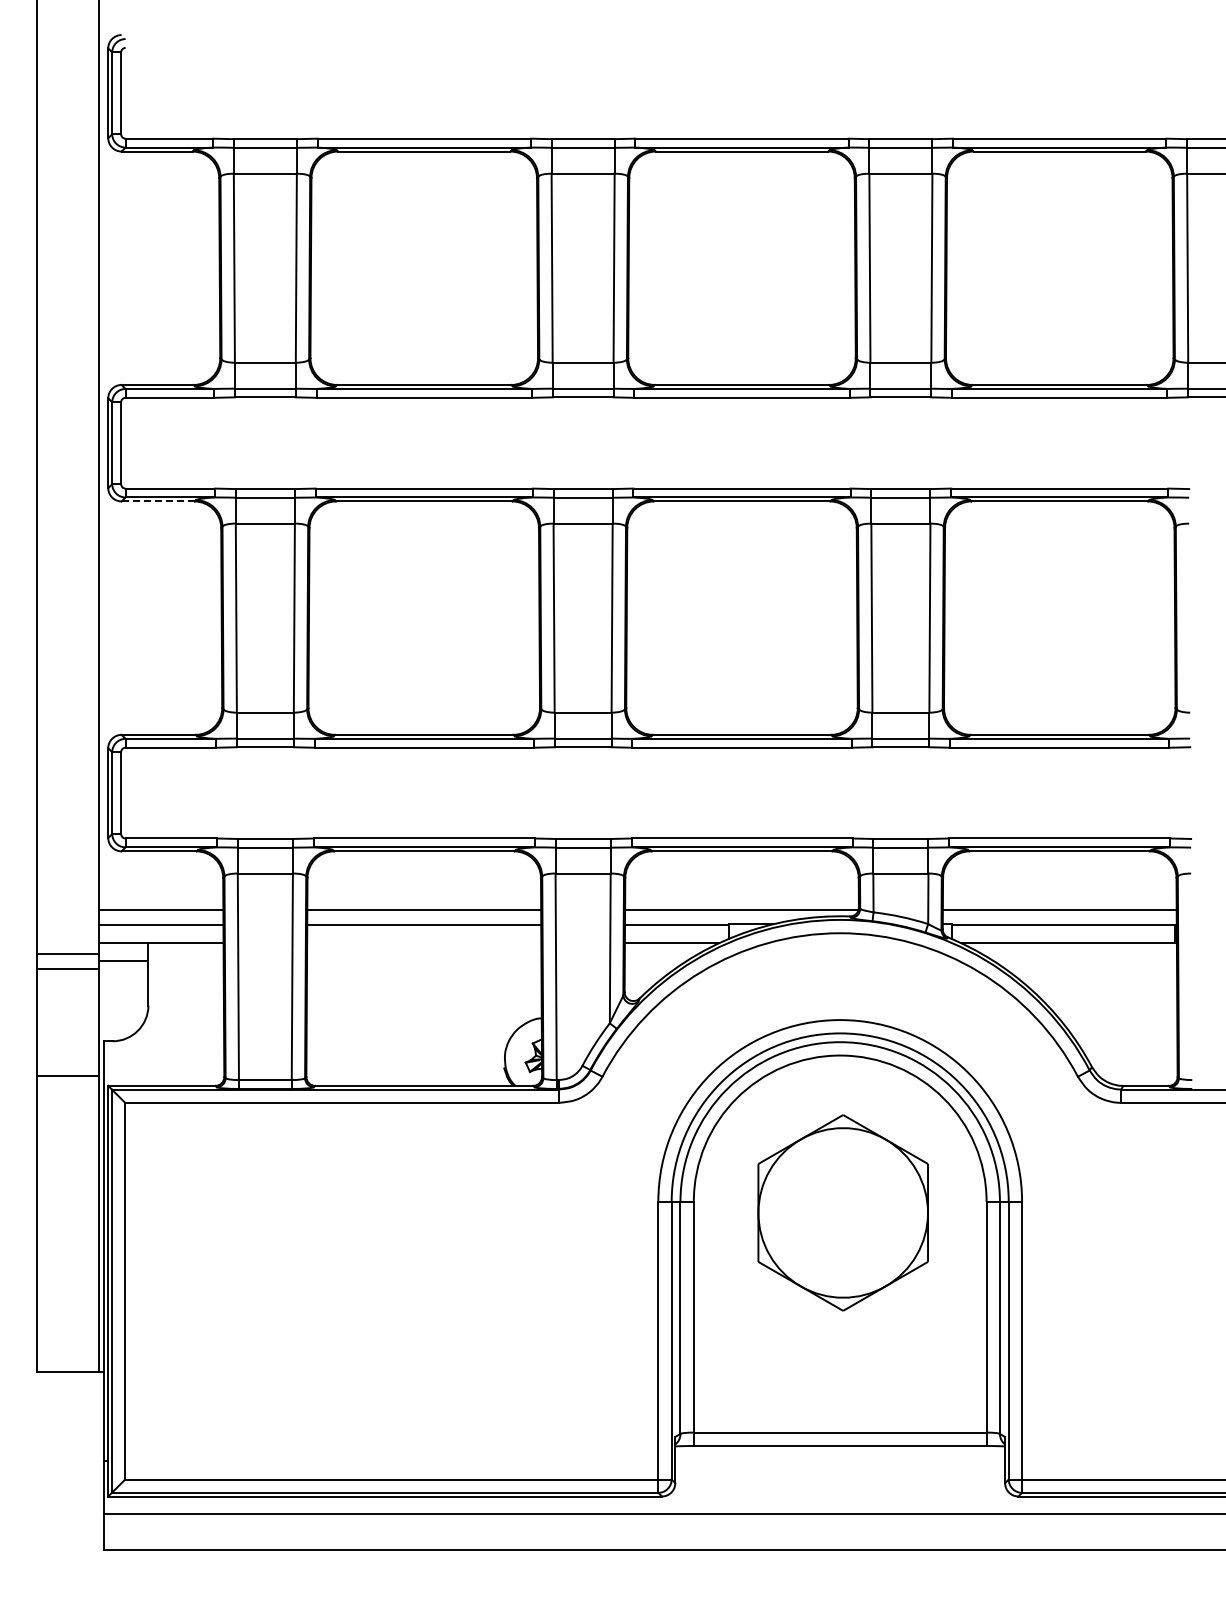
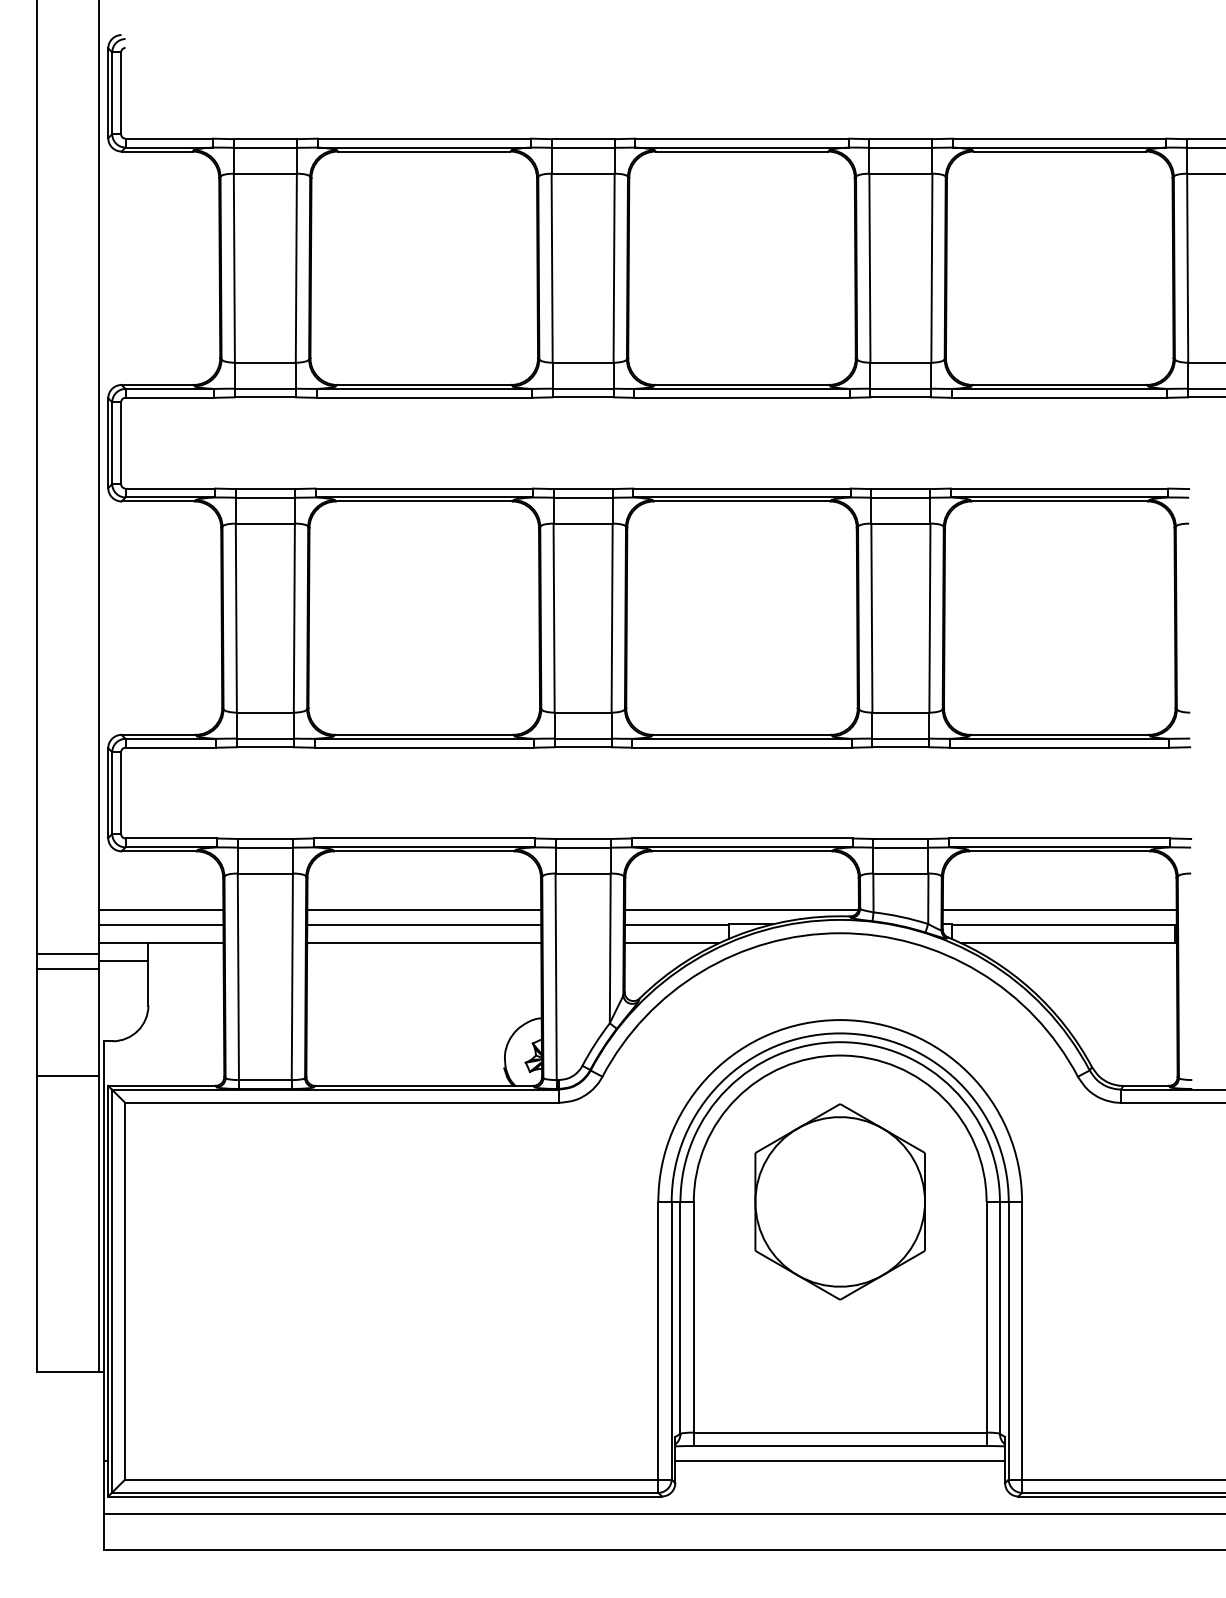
line at (158, 501): dashed -> solid
line at (424, 943): none -> present
part at (842, 1212) position: (842, 1212) -> (839, 1201)
line at (840, 1460): none -> present
